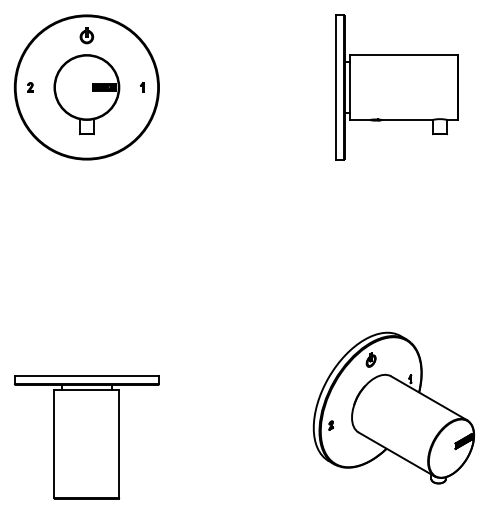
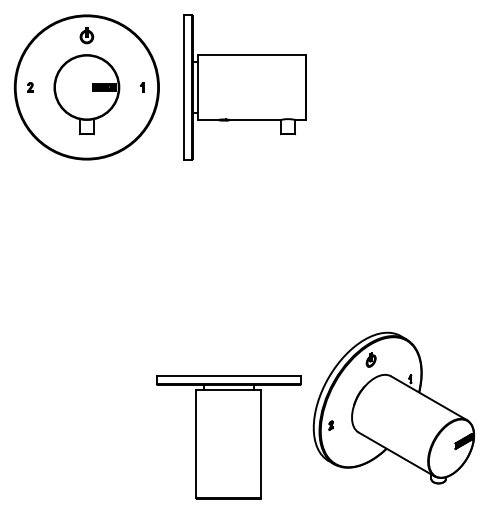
part at (396, 87) position: (396, 87) -> (244, 87)
part at (86, 437) position: (86, 437) -> (228, 437)
